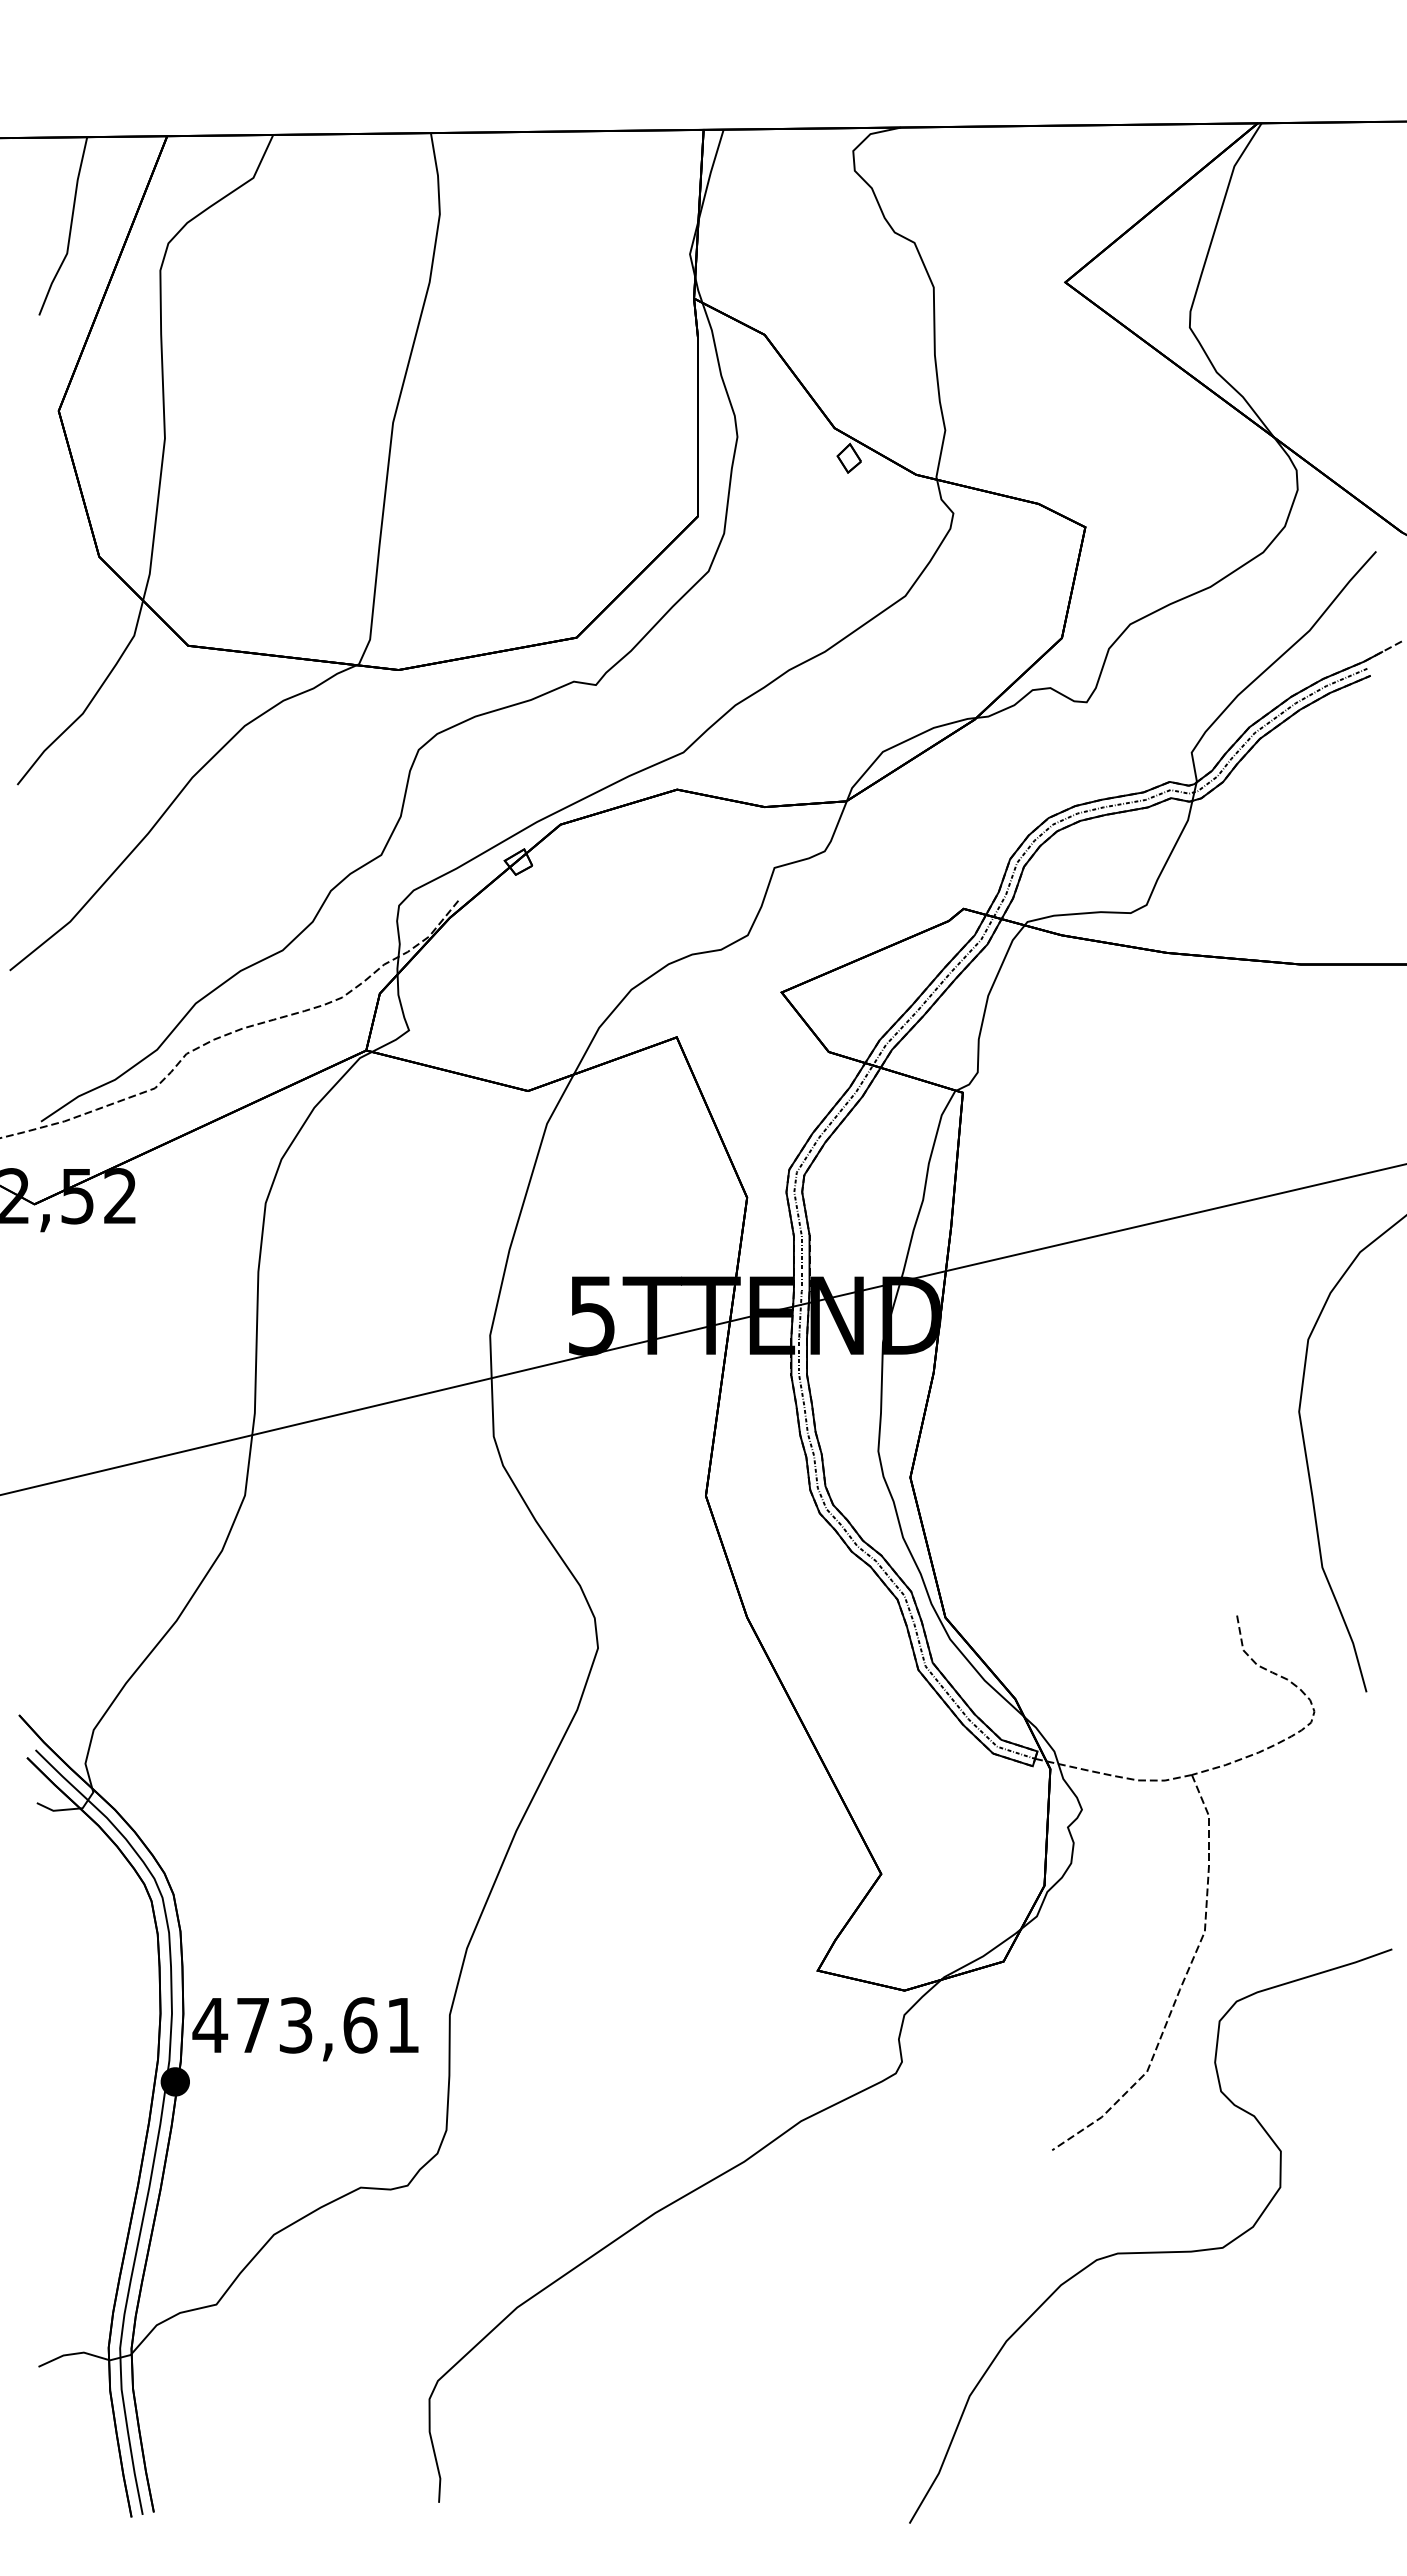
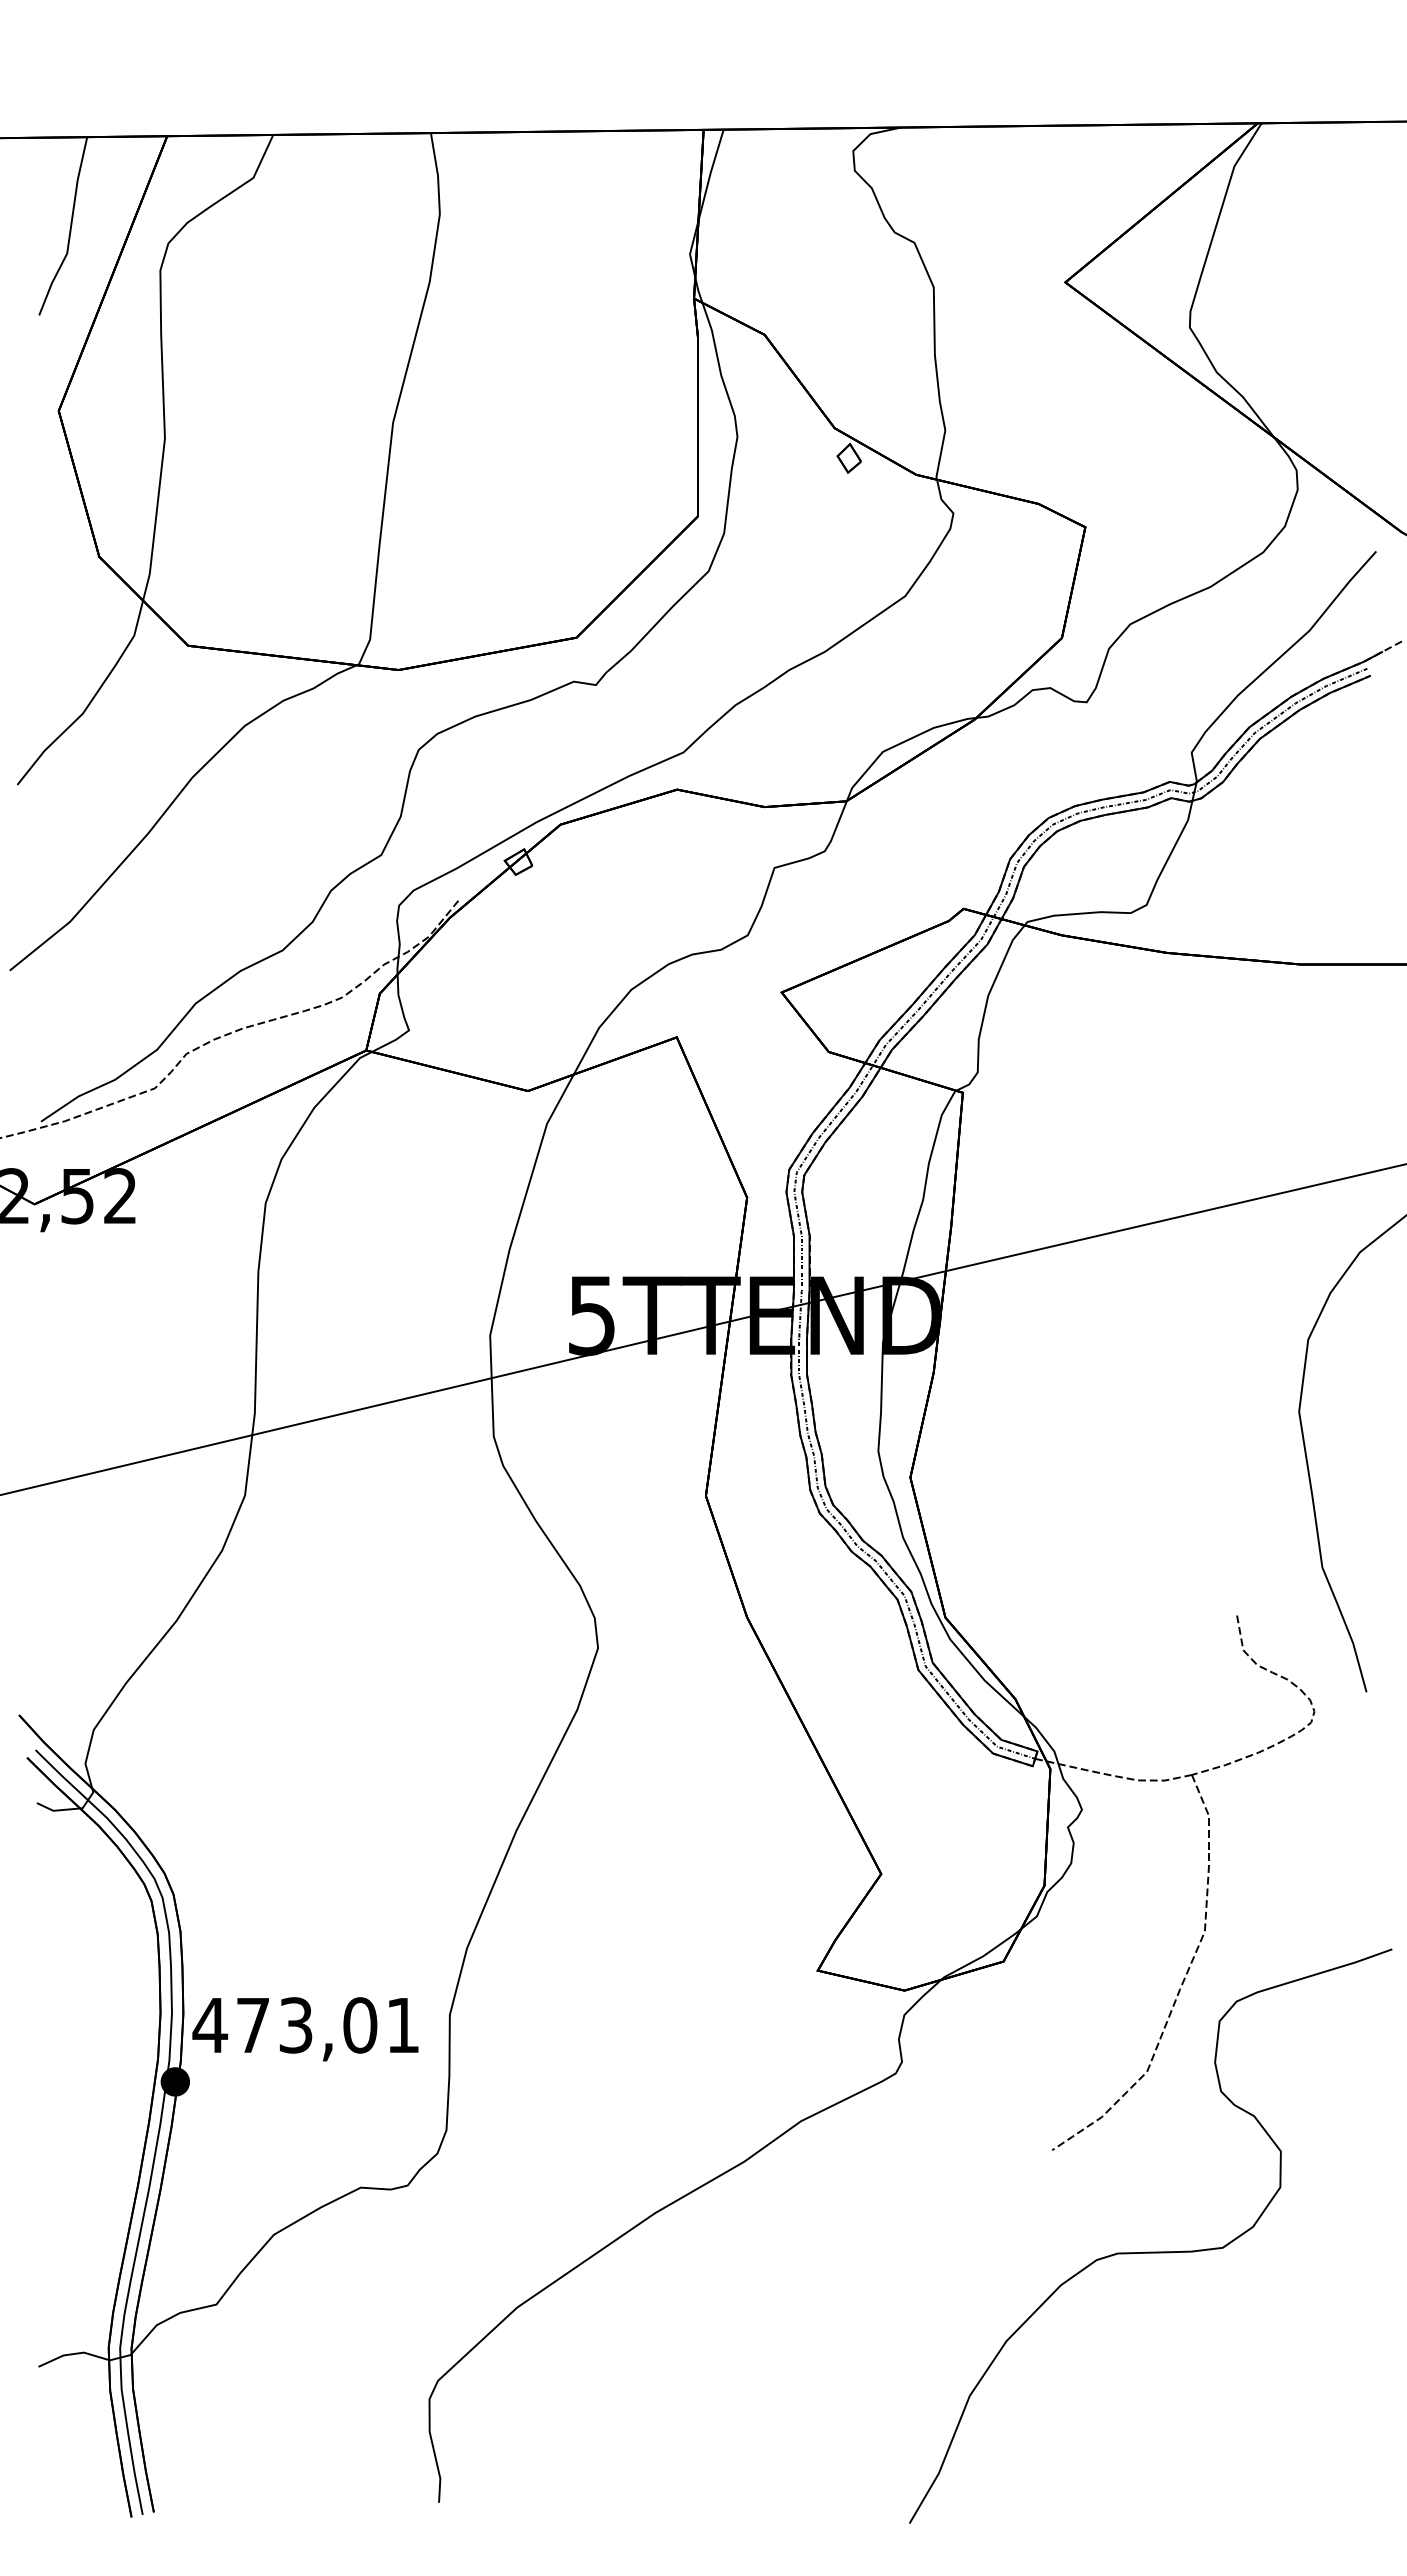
text at (360, 2025): 473,61 -> 473,01
